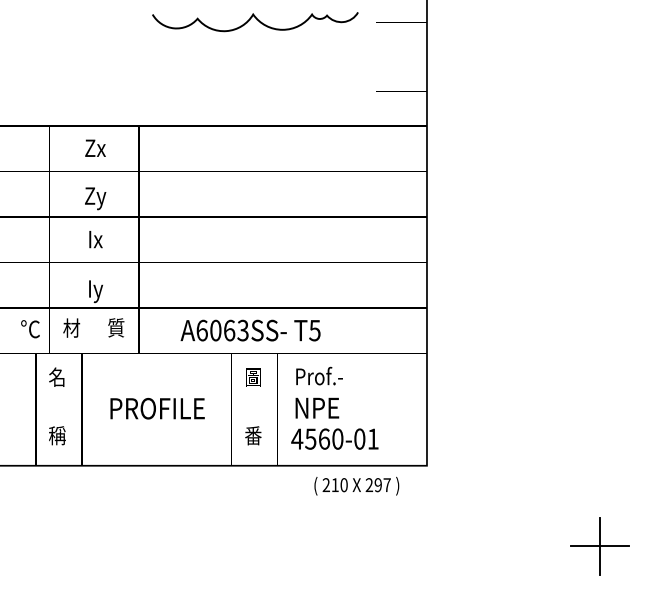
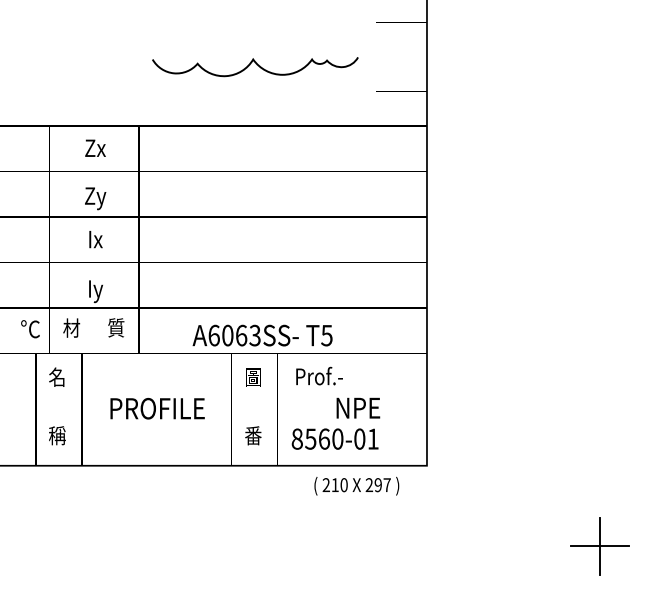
curve at (257, 20) position: (257, 20) -> (257, 65)
text at (250, 330) position: (250, 330) -> (262, 335)
text at (317, 407) position: (317, 407) -> (358, 407)
text at (297, 438): 4560-01 -> 8560-01
